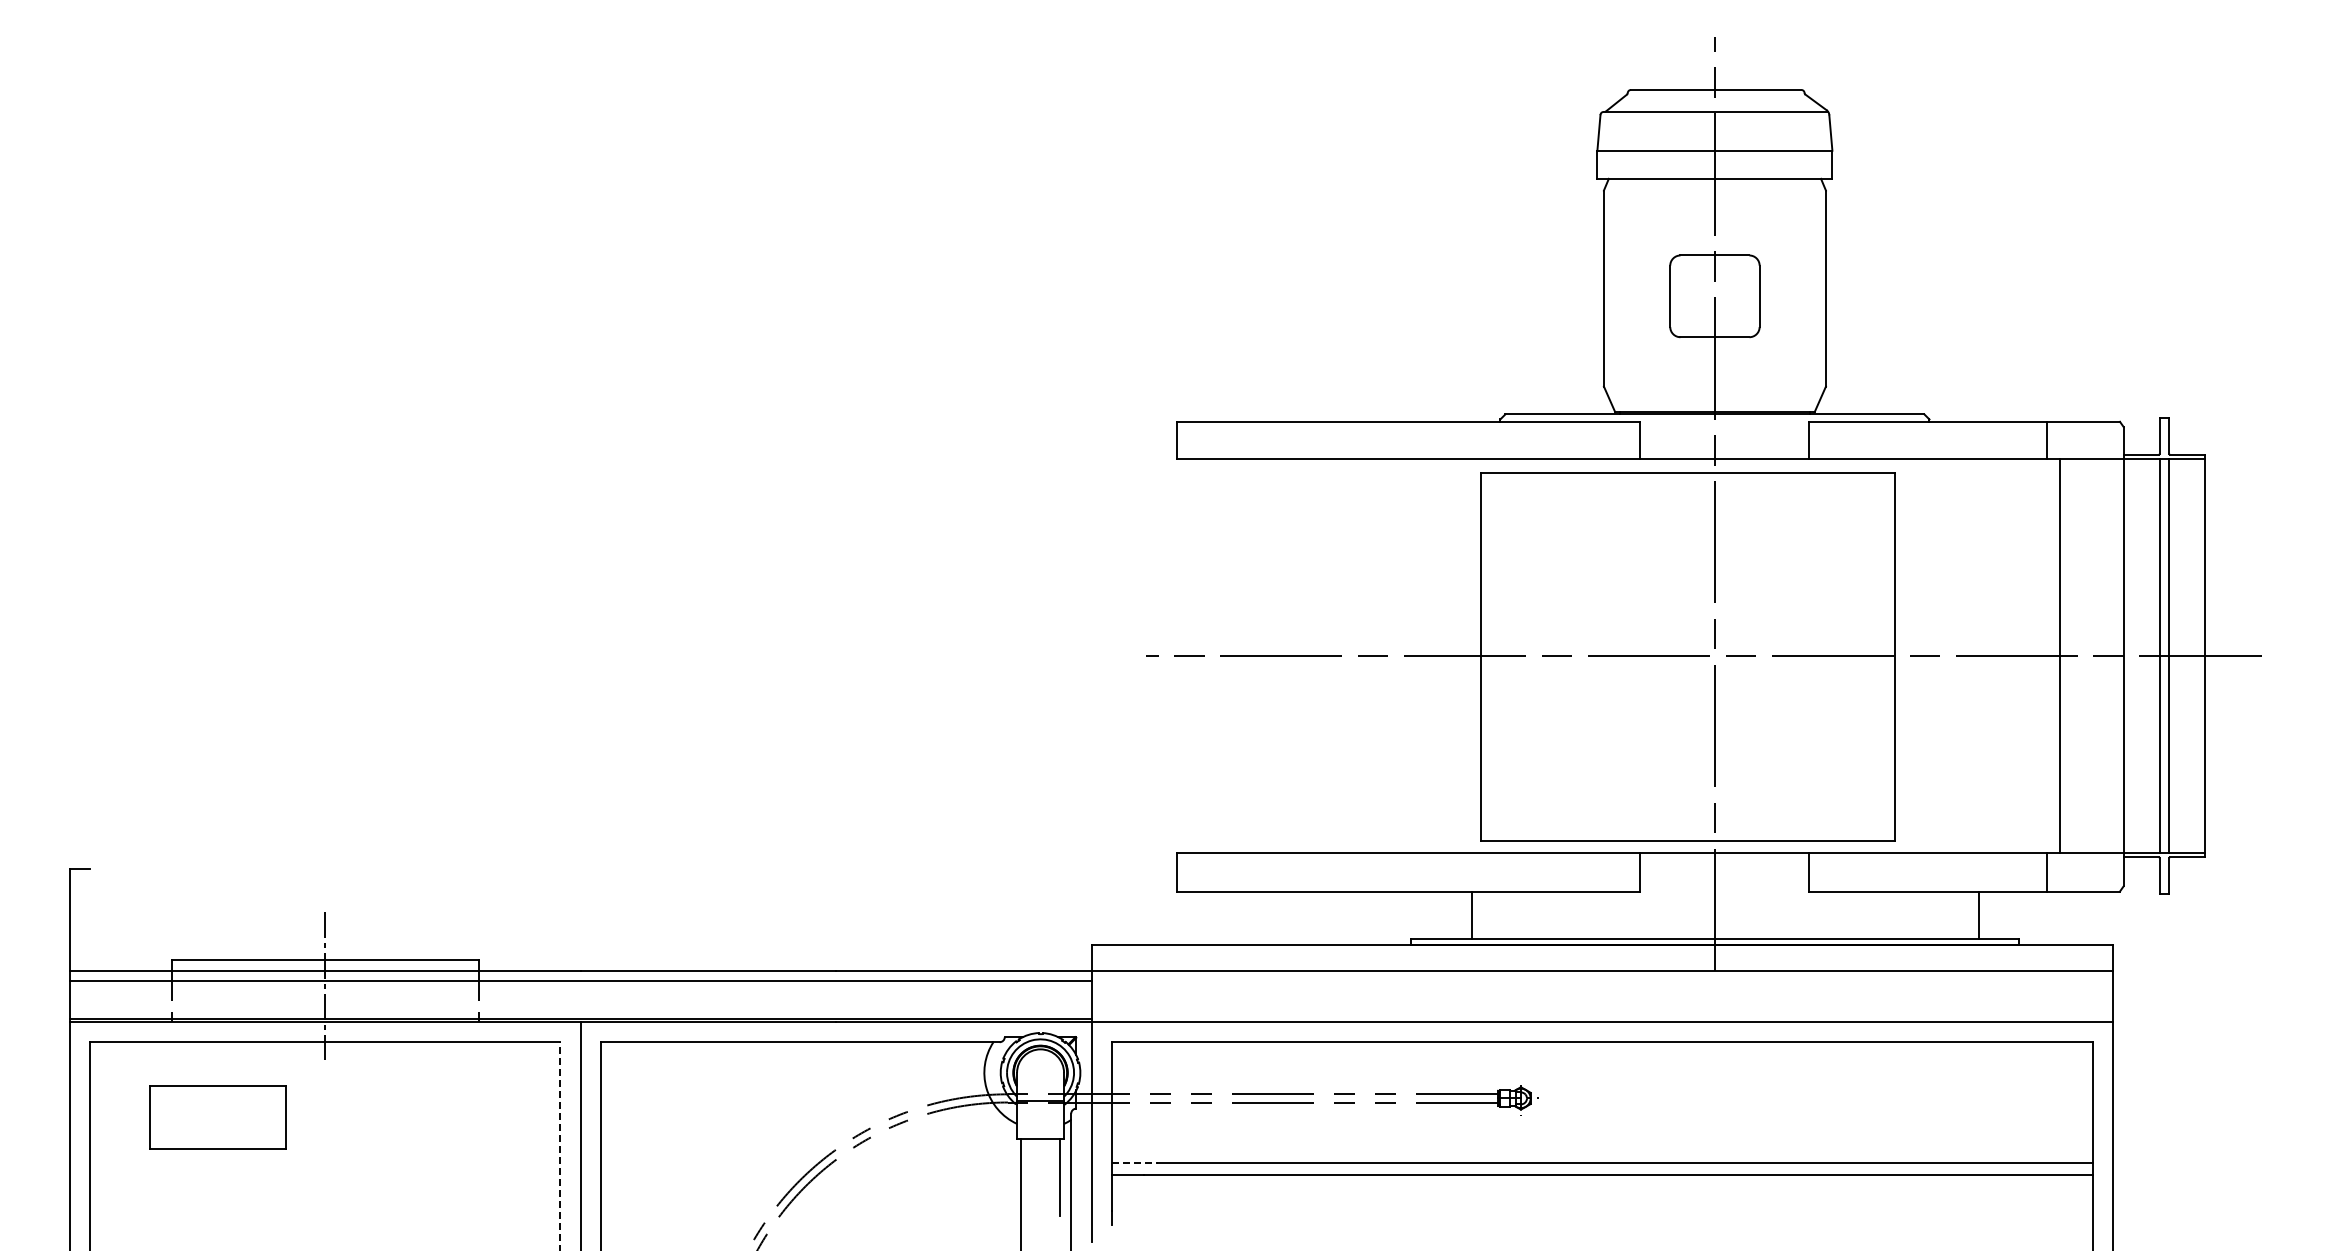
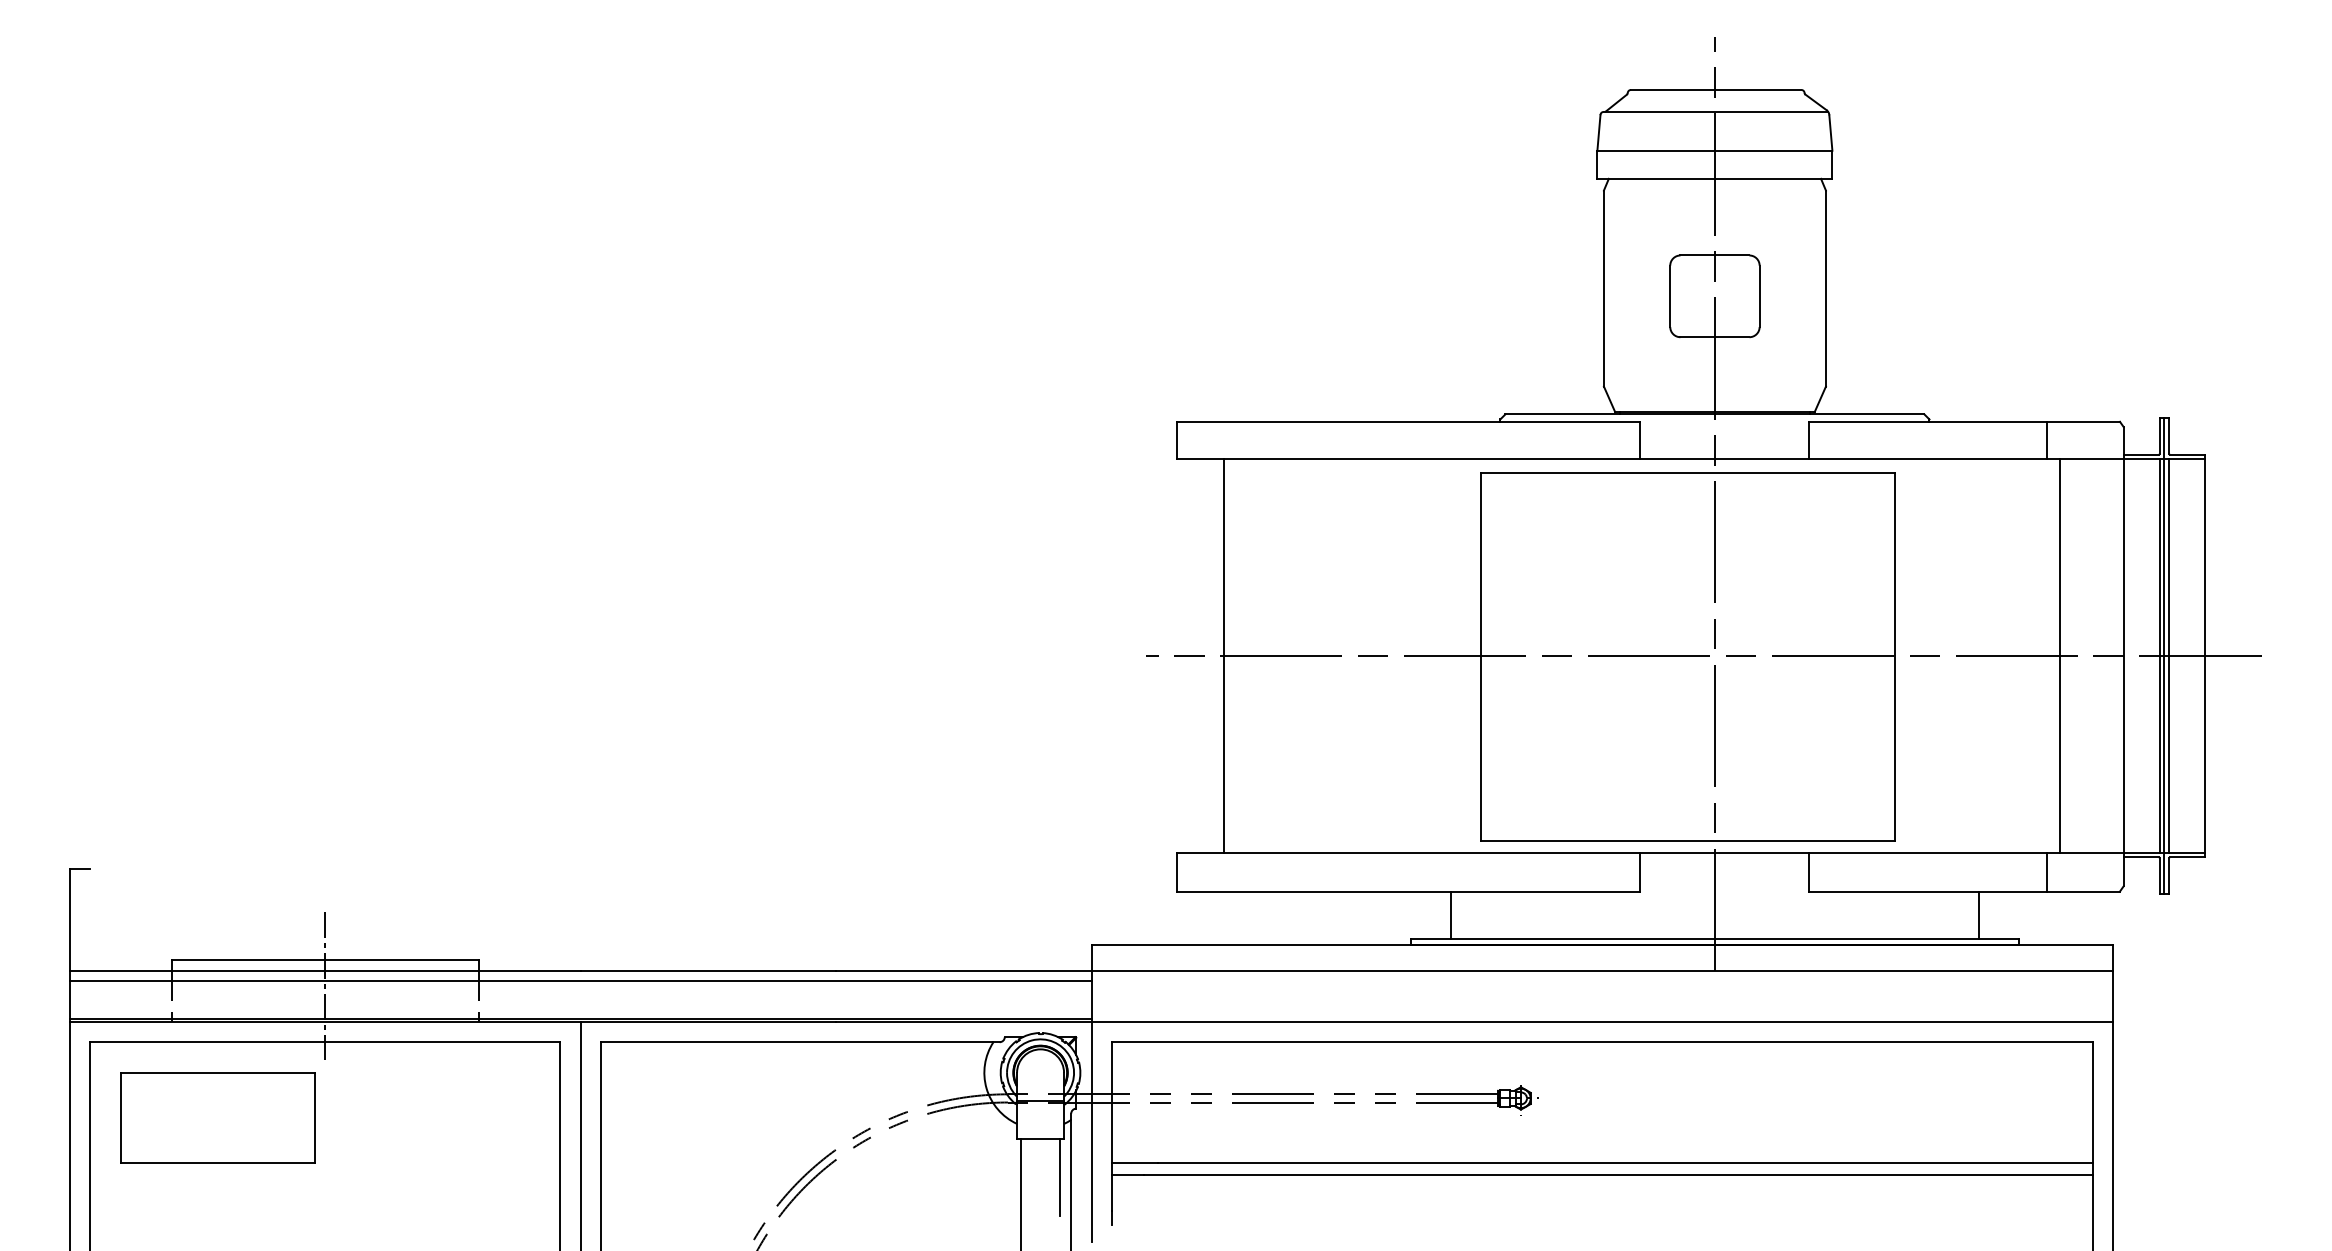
line at (1224, 655): none -> present
line at (2164, 655): none -> present
line at (1472, 915) position: (1472, 915) -> (1451, 915)
part at (217, 1117) size: 138x65 px -> 196x92 px
line at (560, 1146): dashed -> solid
line at (1135, 1162): dashed -> solid
